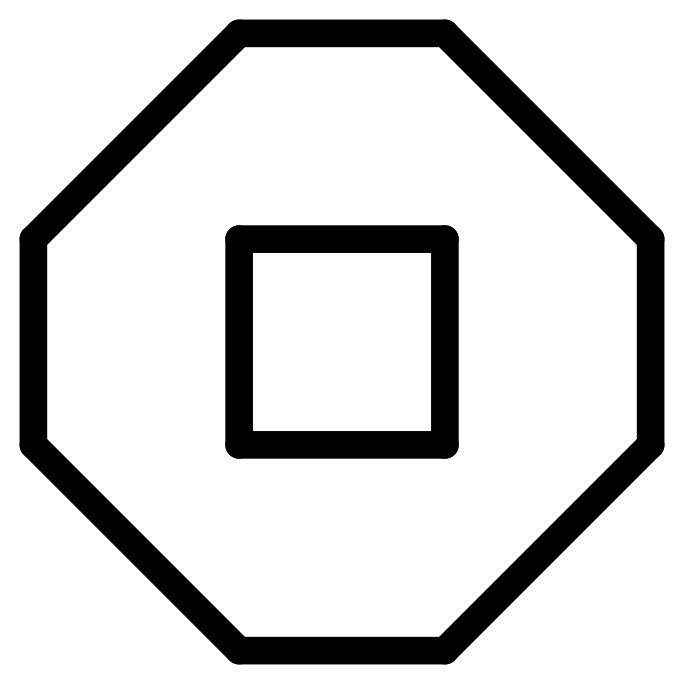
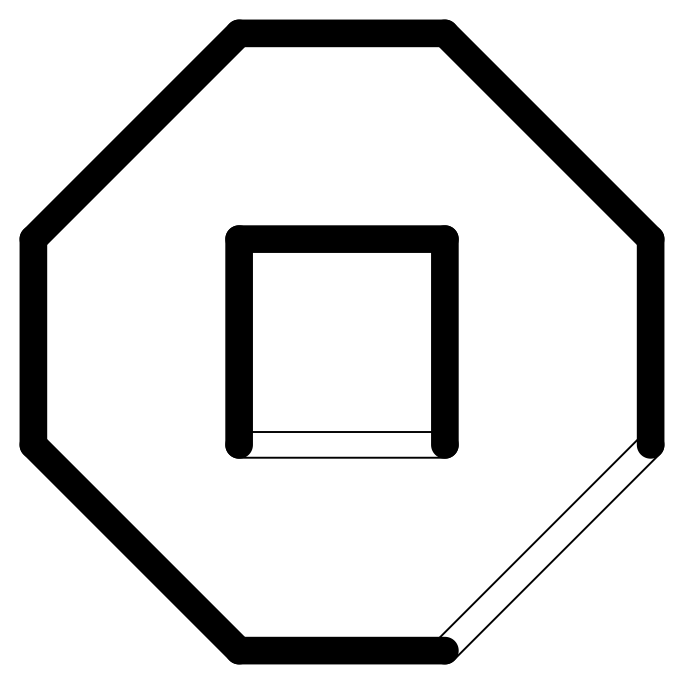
fill at (341, 444): present -> none
fill at (547, 547): present -> none
